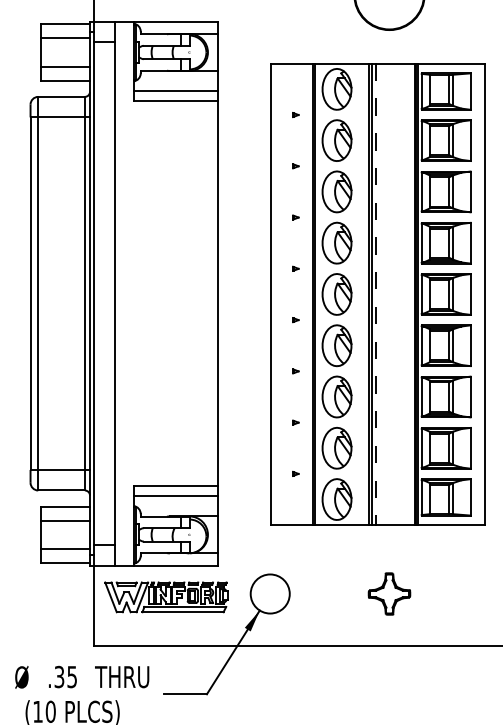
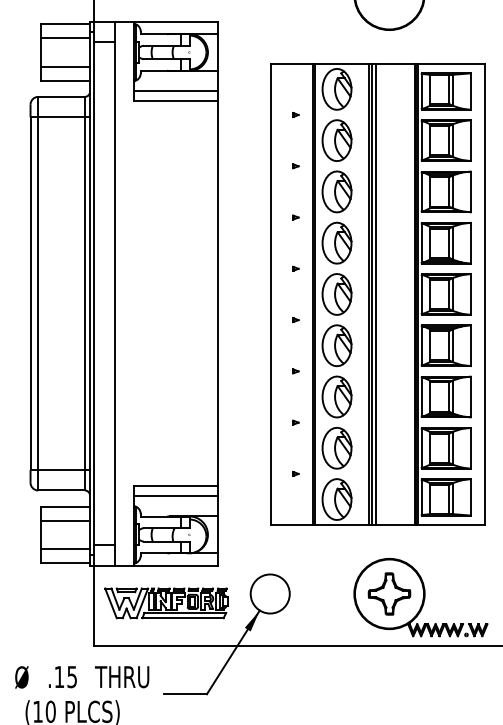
line at (376, 294): dashed -> solid
part at (166, 597) position: (166, 597) -> (166, 603)
part at (420, 597): none -> present
text at (59, 676): .35 -> .15
